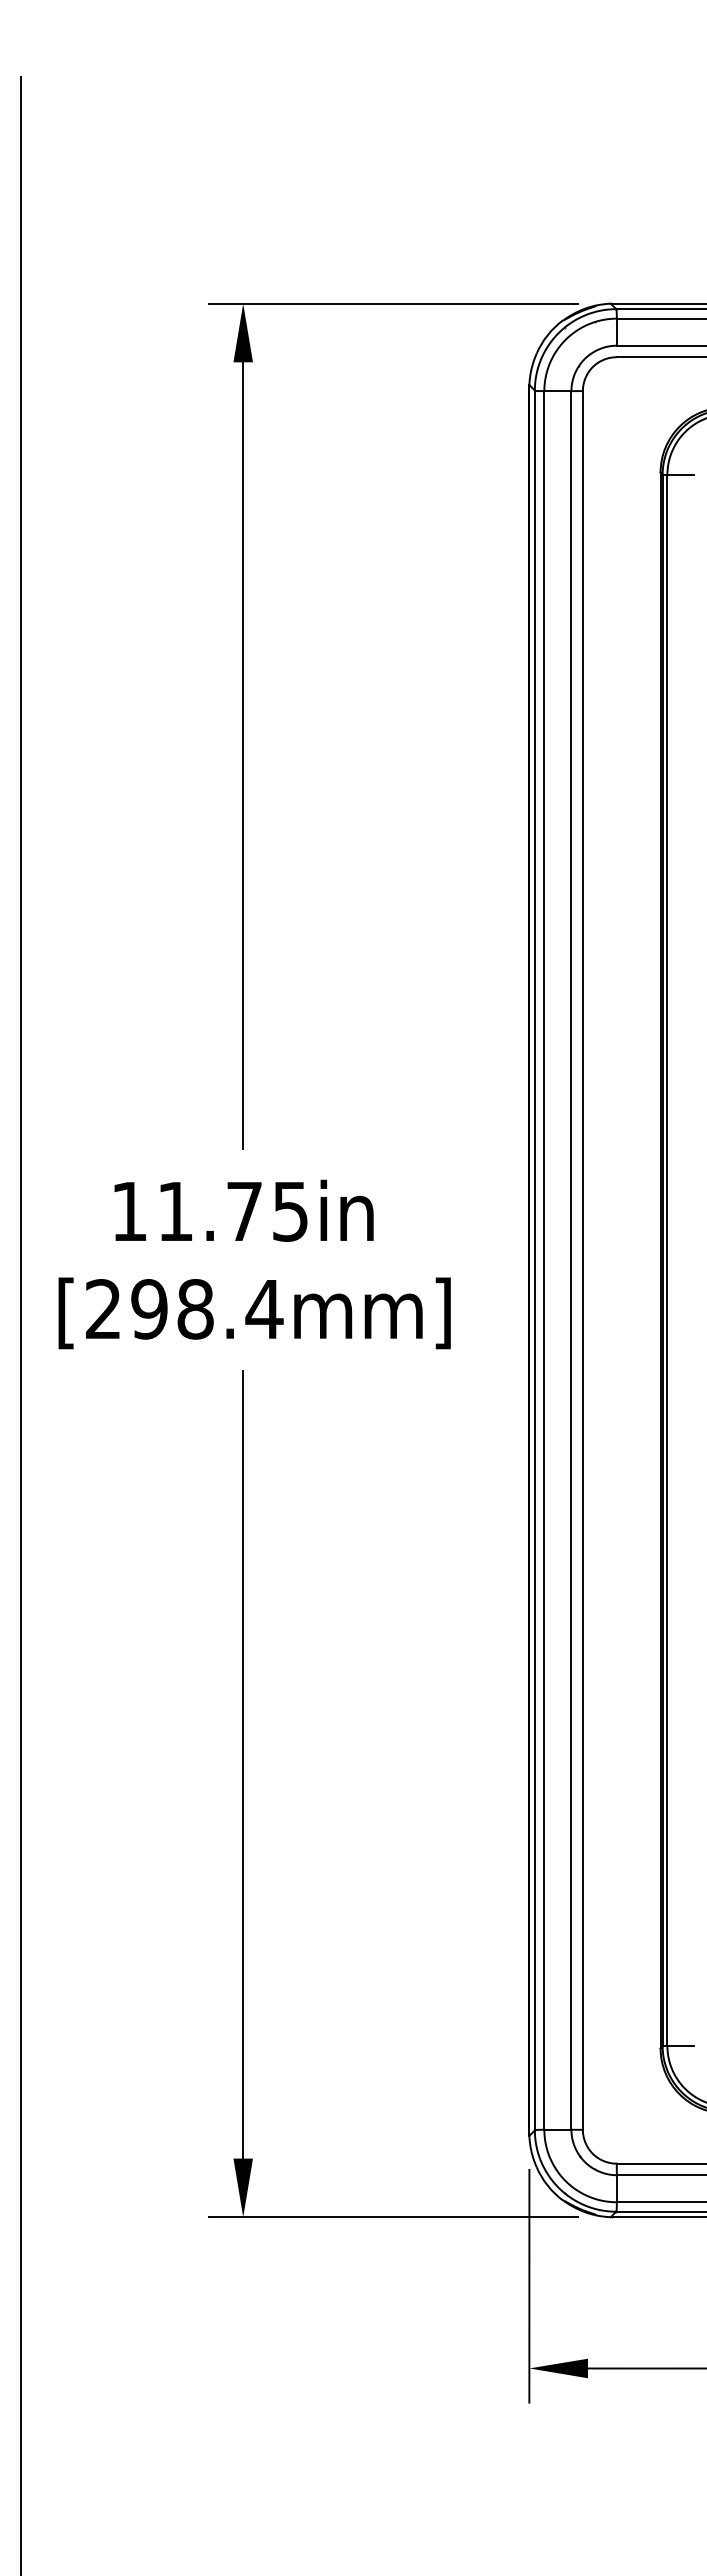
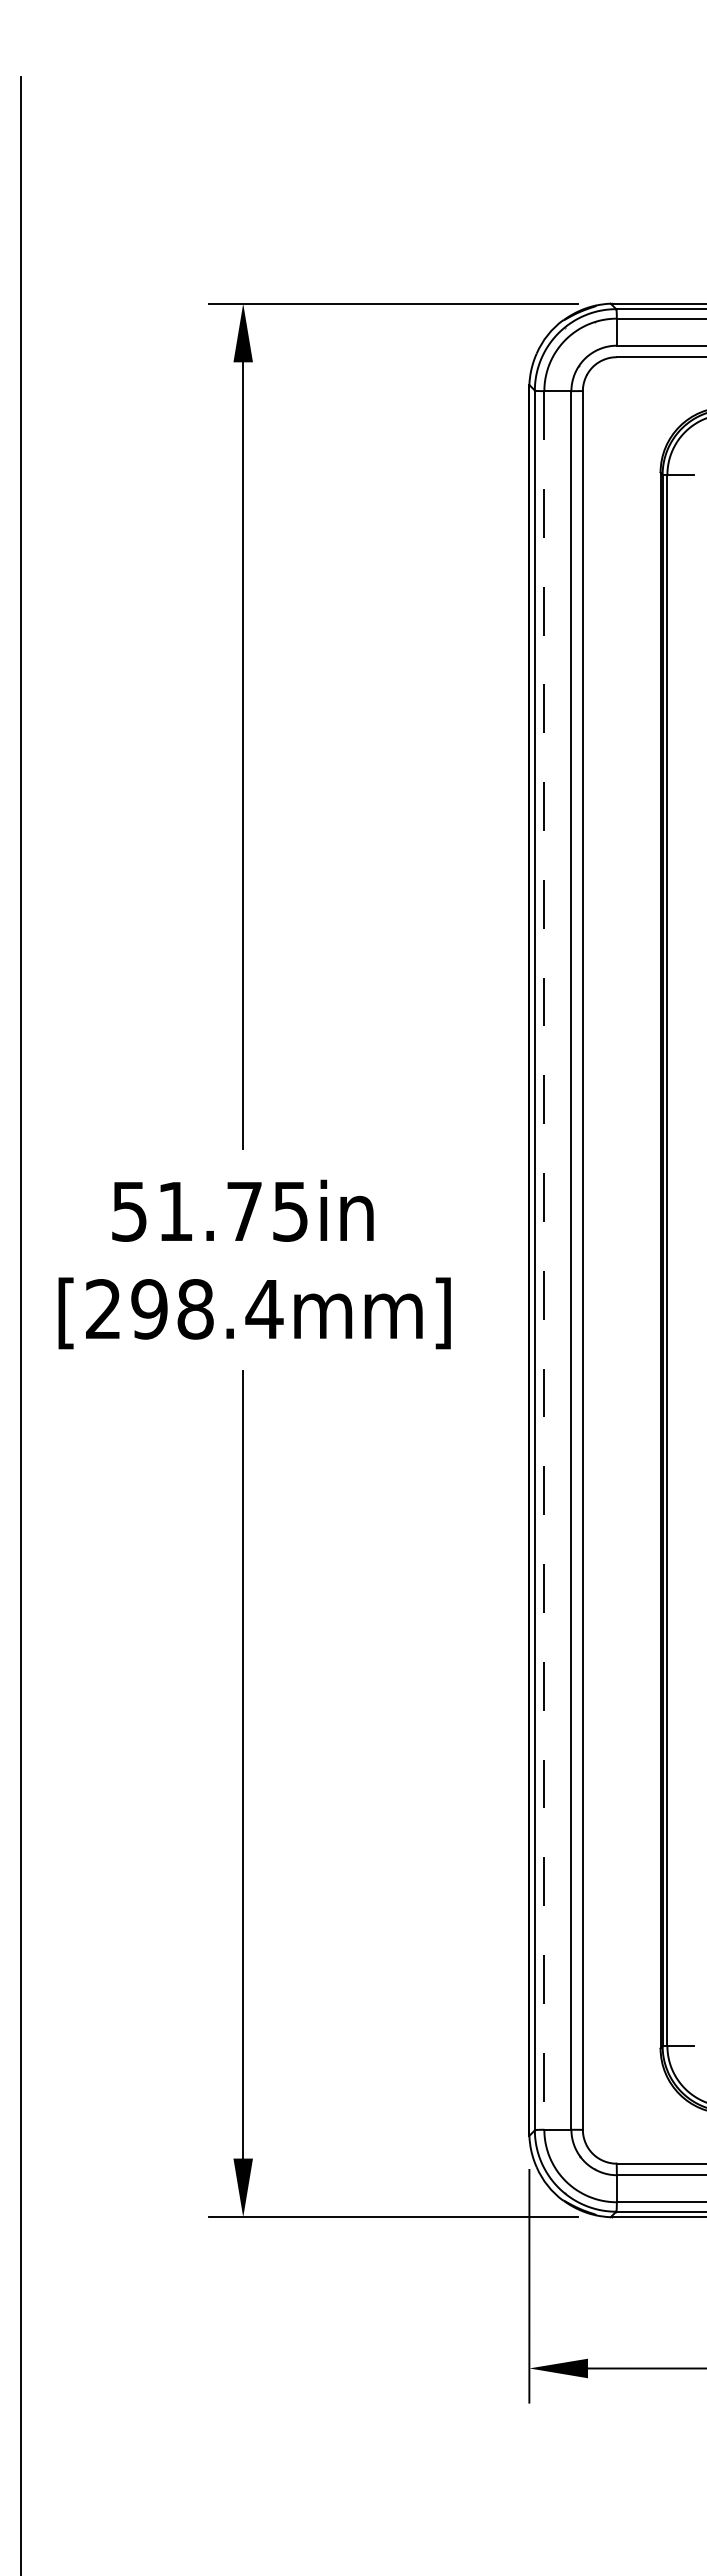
text at (129, 1211): 11.75in -> 51.75in
line at (544, 1260): solid -> dashed
